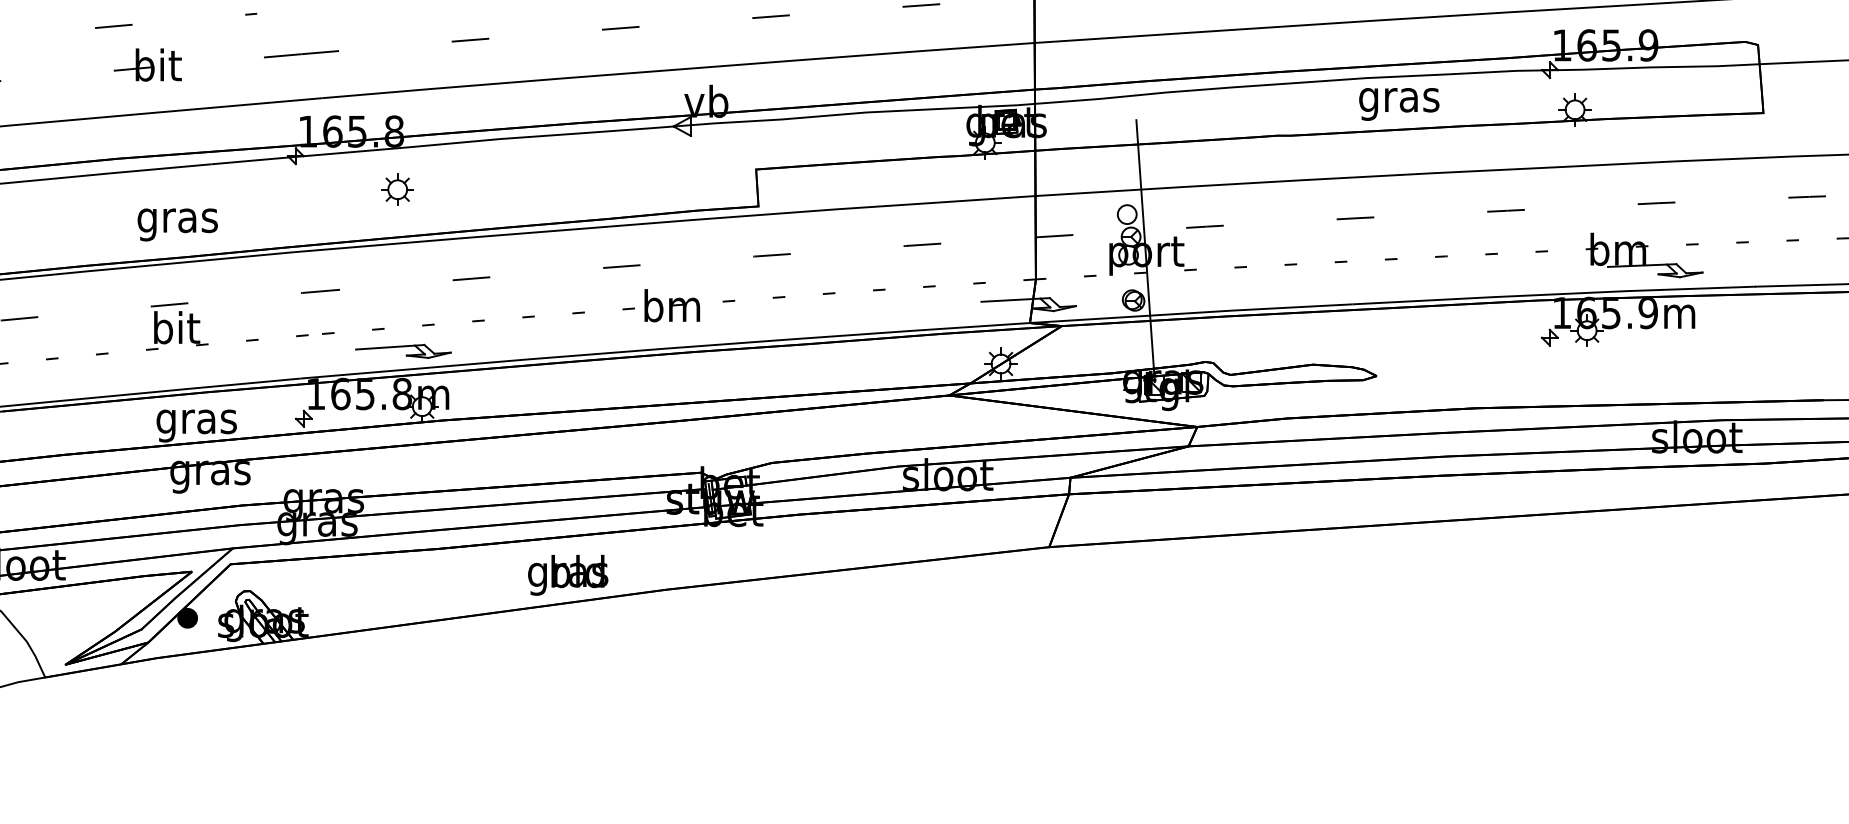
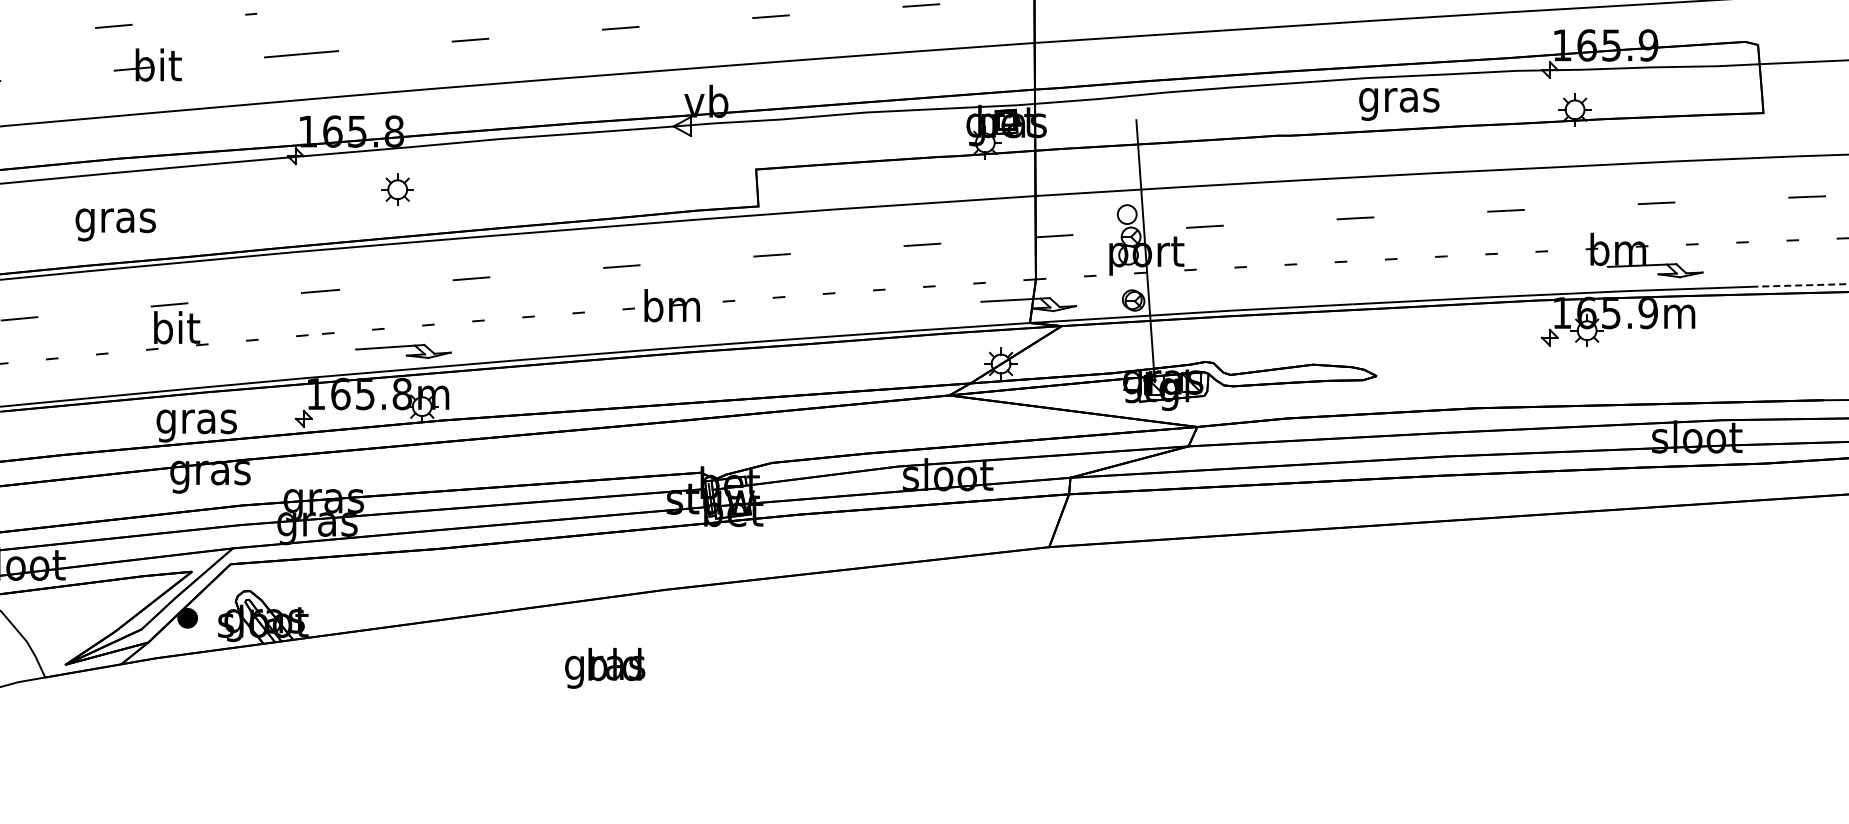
text at (177, 224) position: (177, 224) -> (115, 224)
line at (1801, 285): solid -> dashed
text at (568, 575) position: (568, 575) -> (605, 668)
